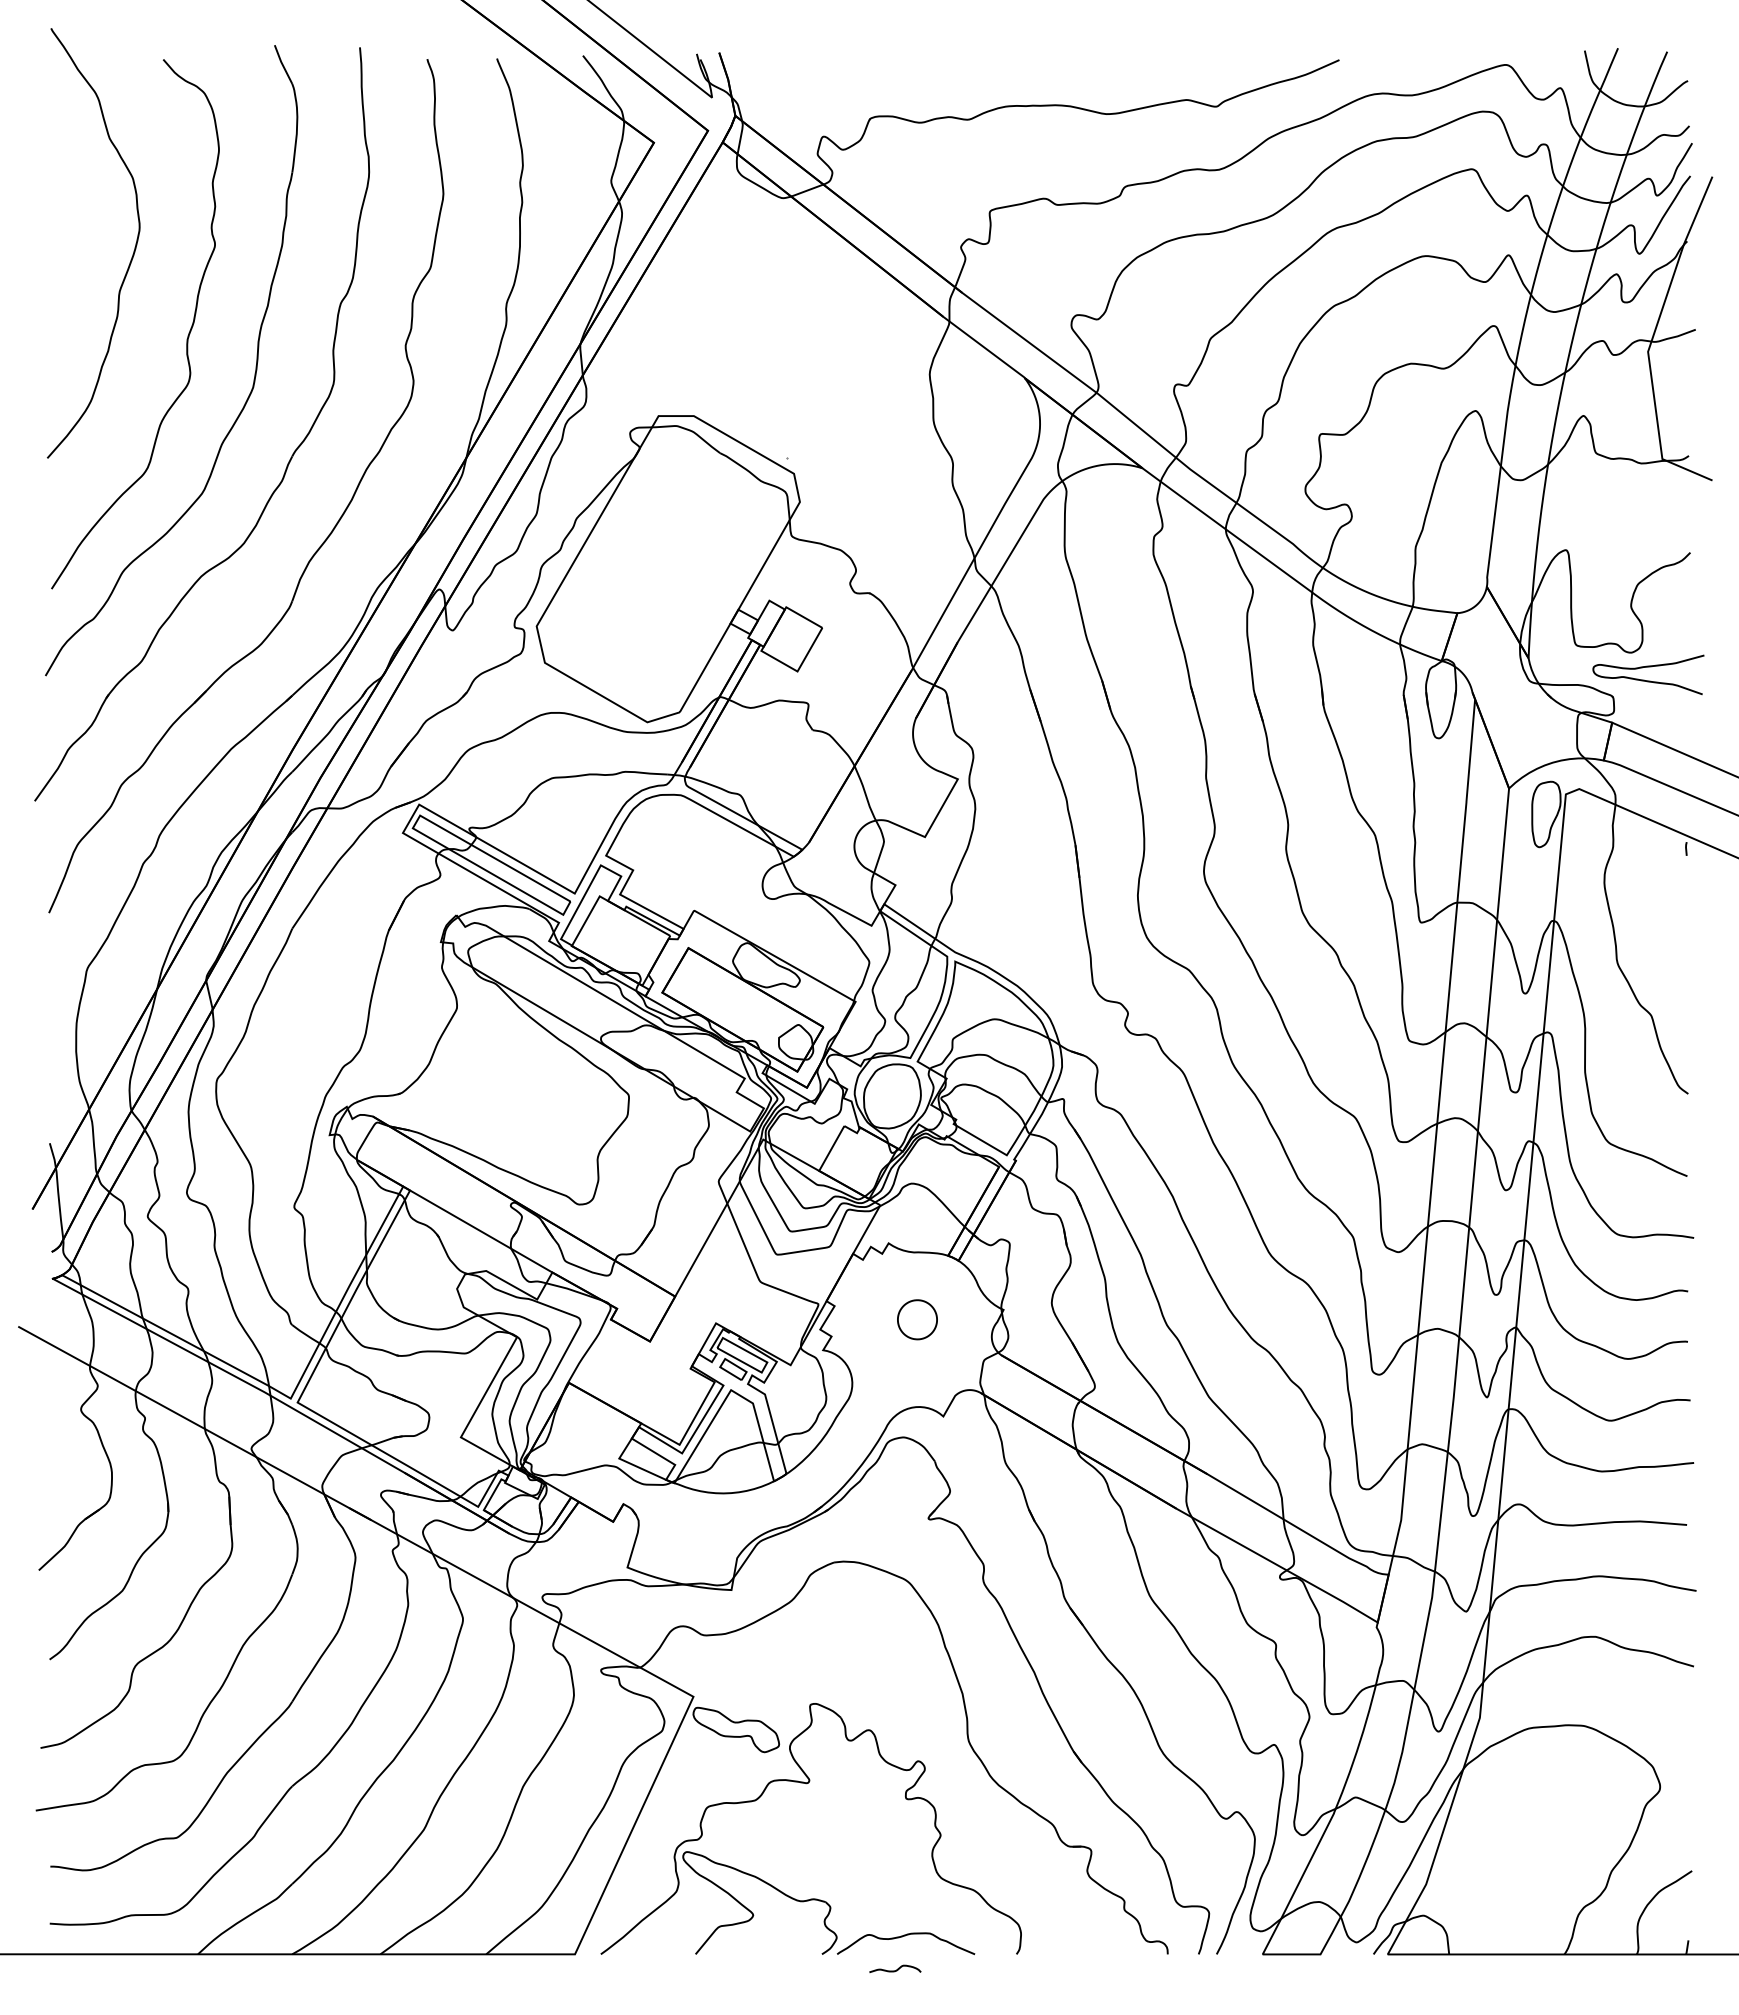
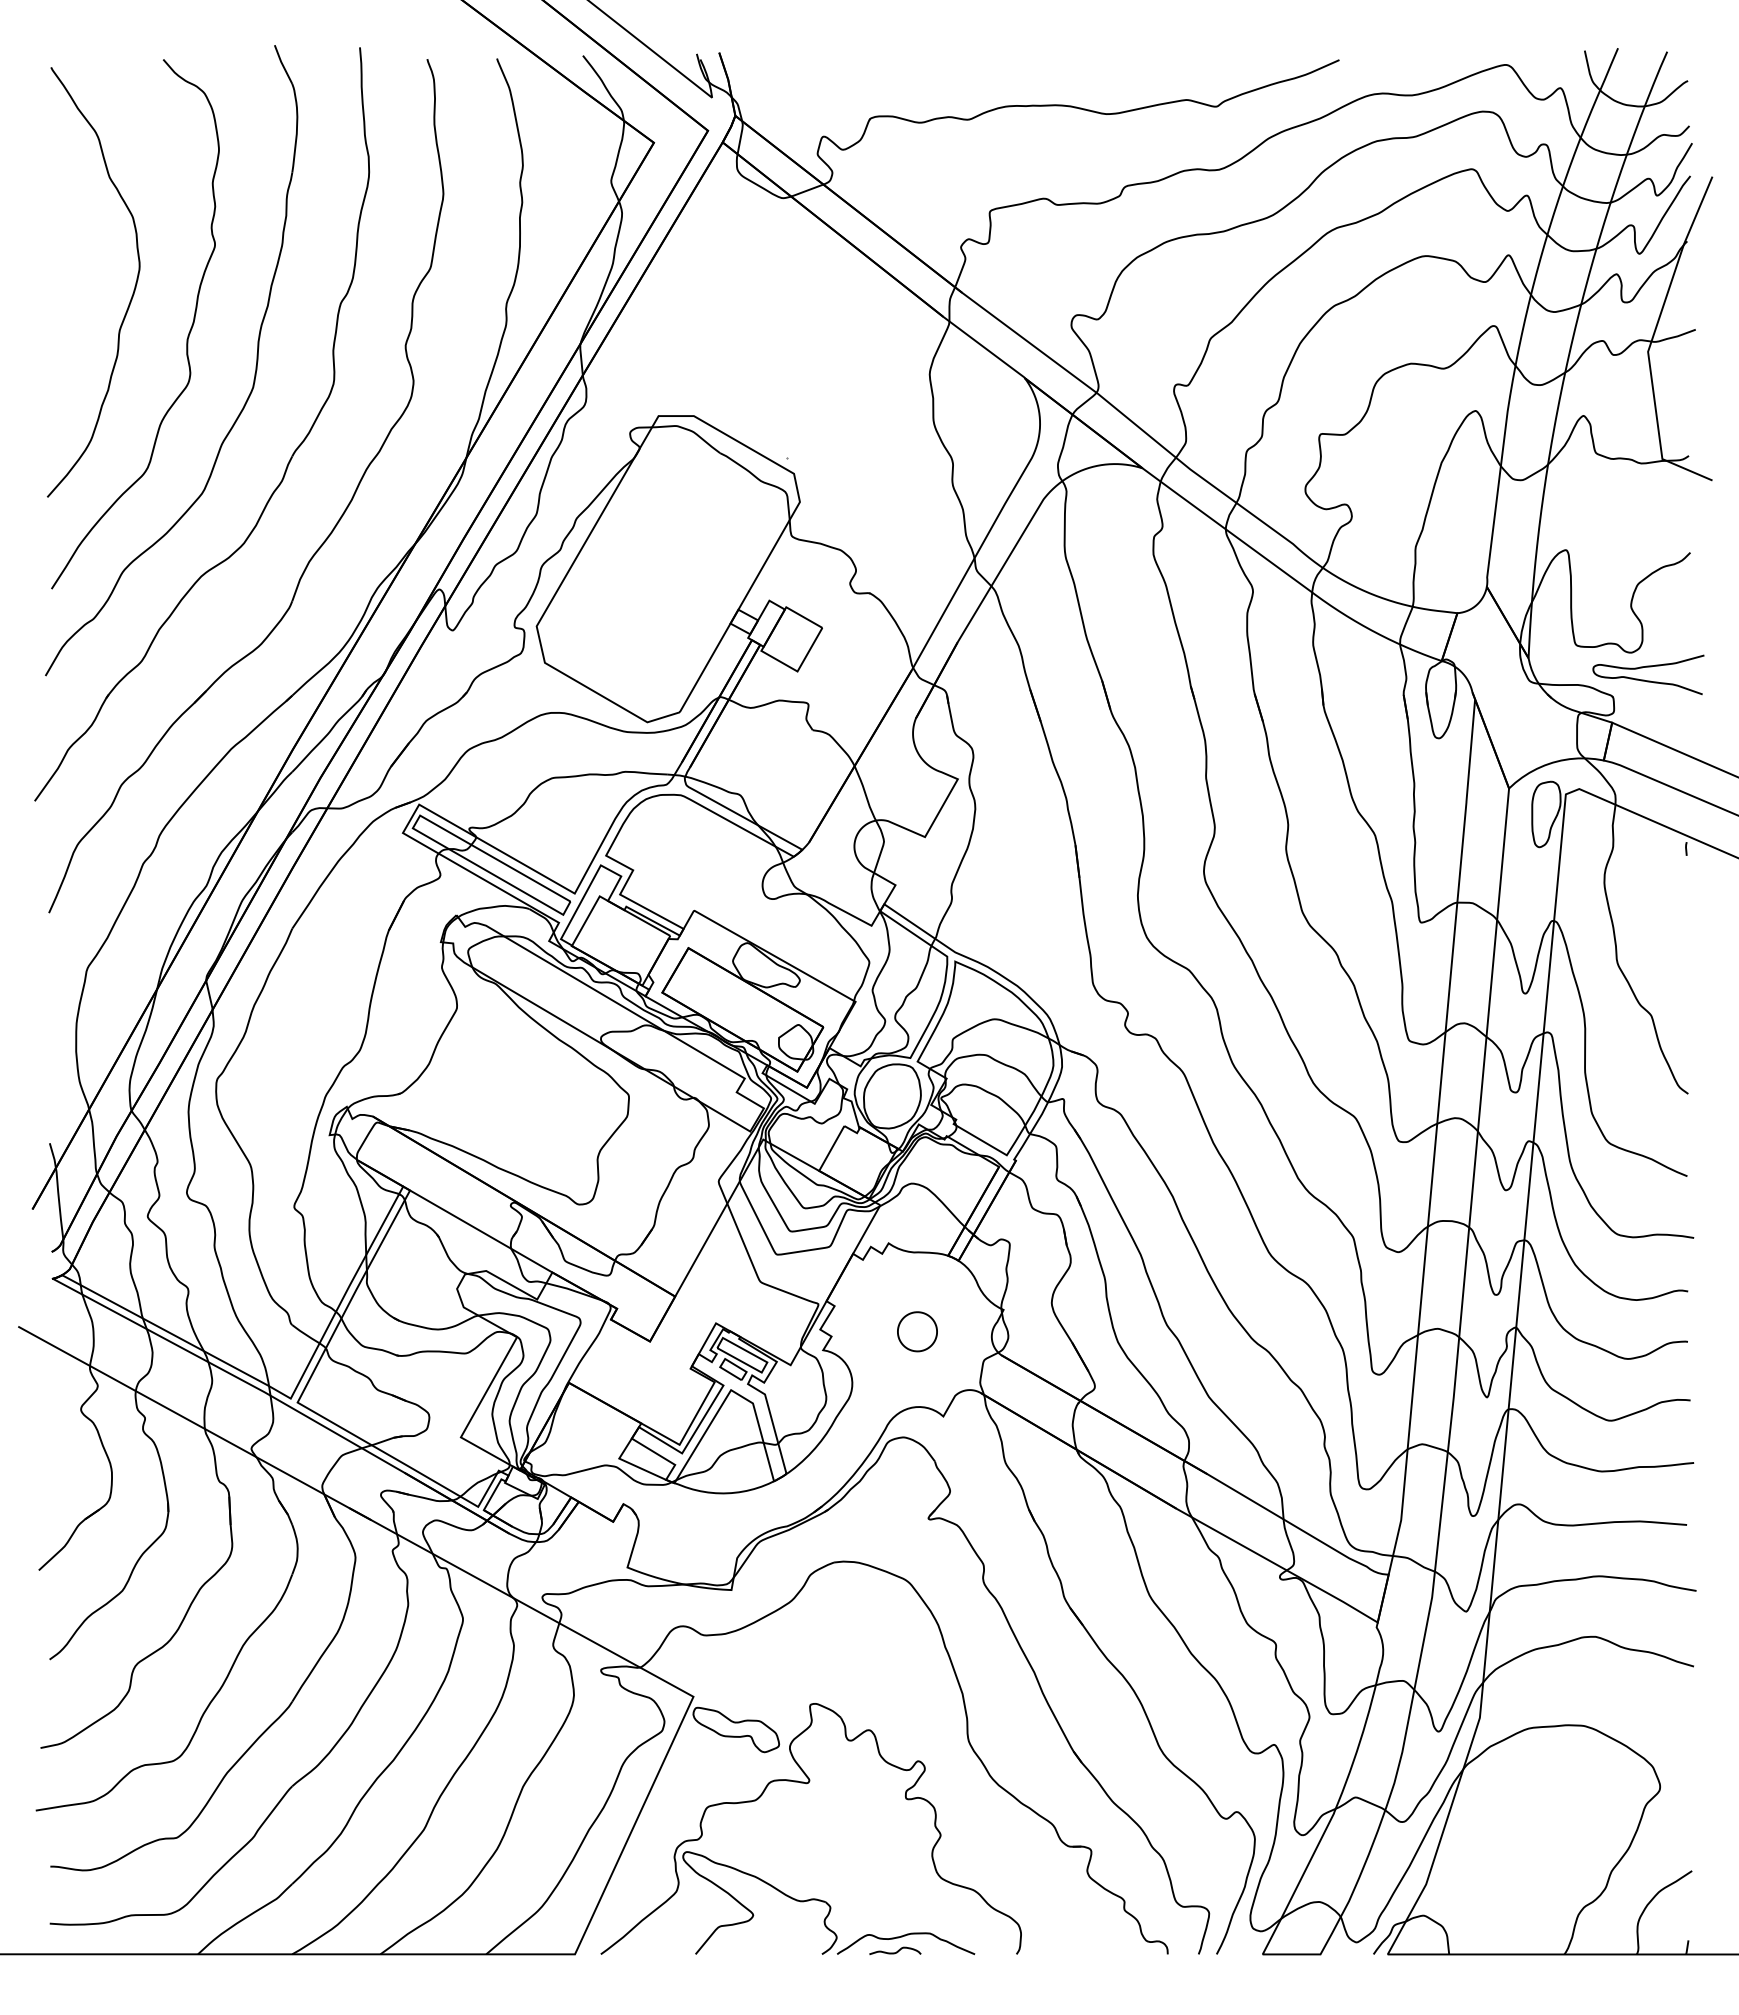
curve at (130, 259) position: (130, 259) -> (130, 298)
part at (917, 1319) position: (917, 1319) -> (917, 1331)
curve at (896, 1969) position: (896, 1969) -> (896, 1951)
